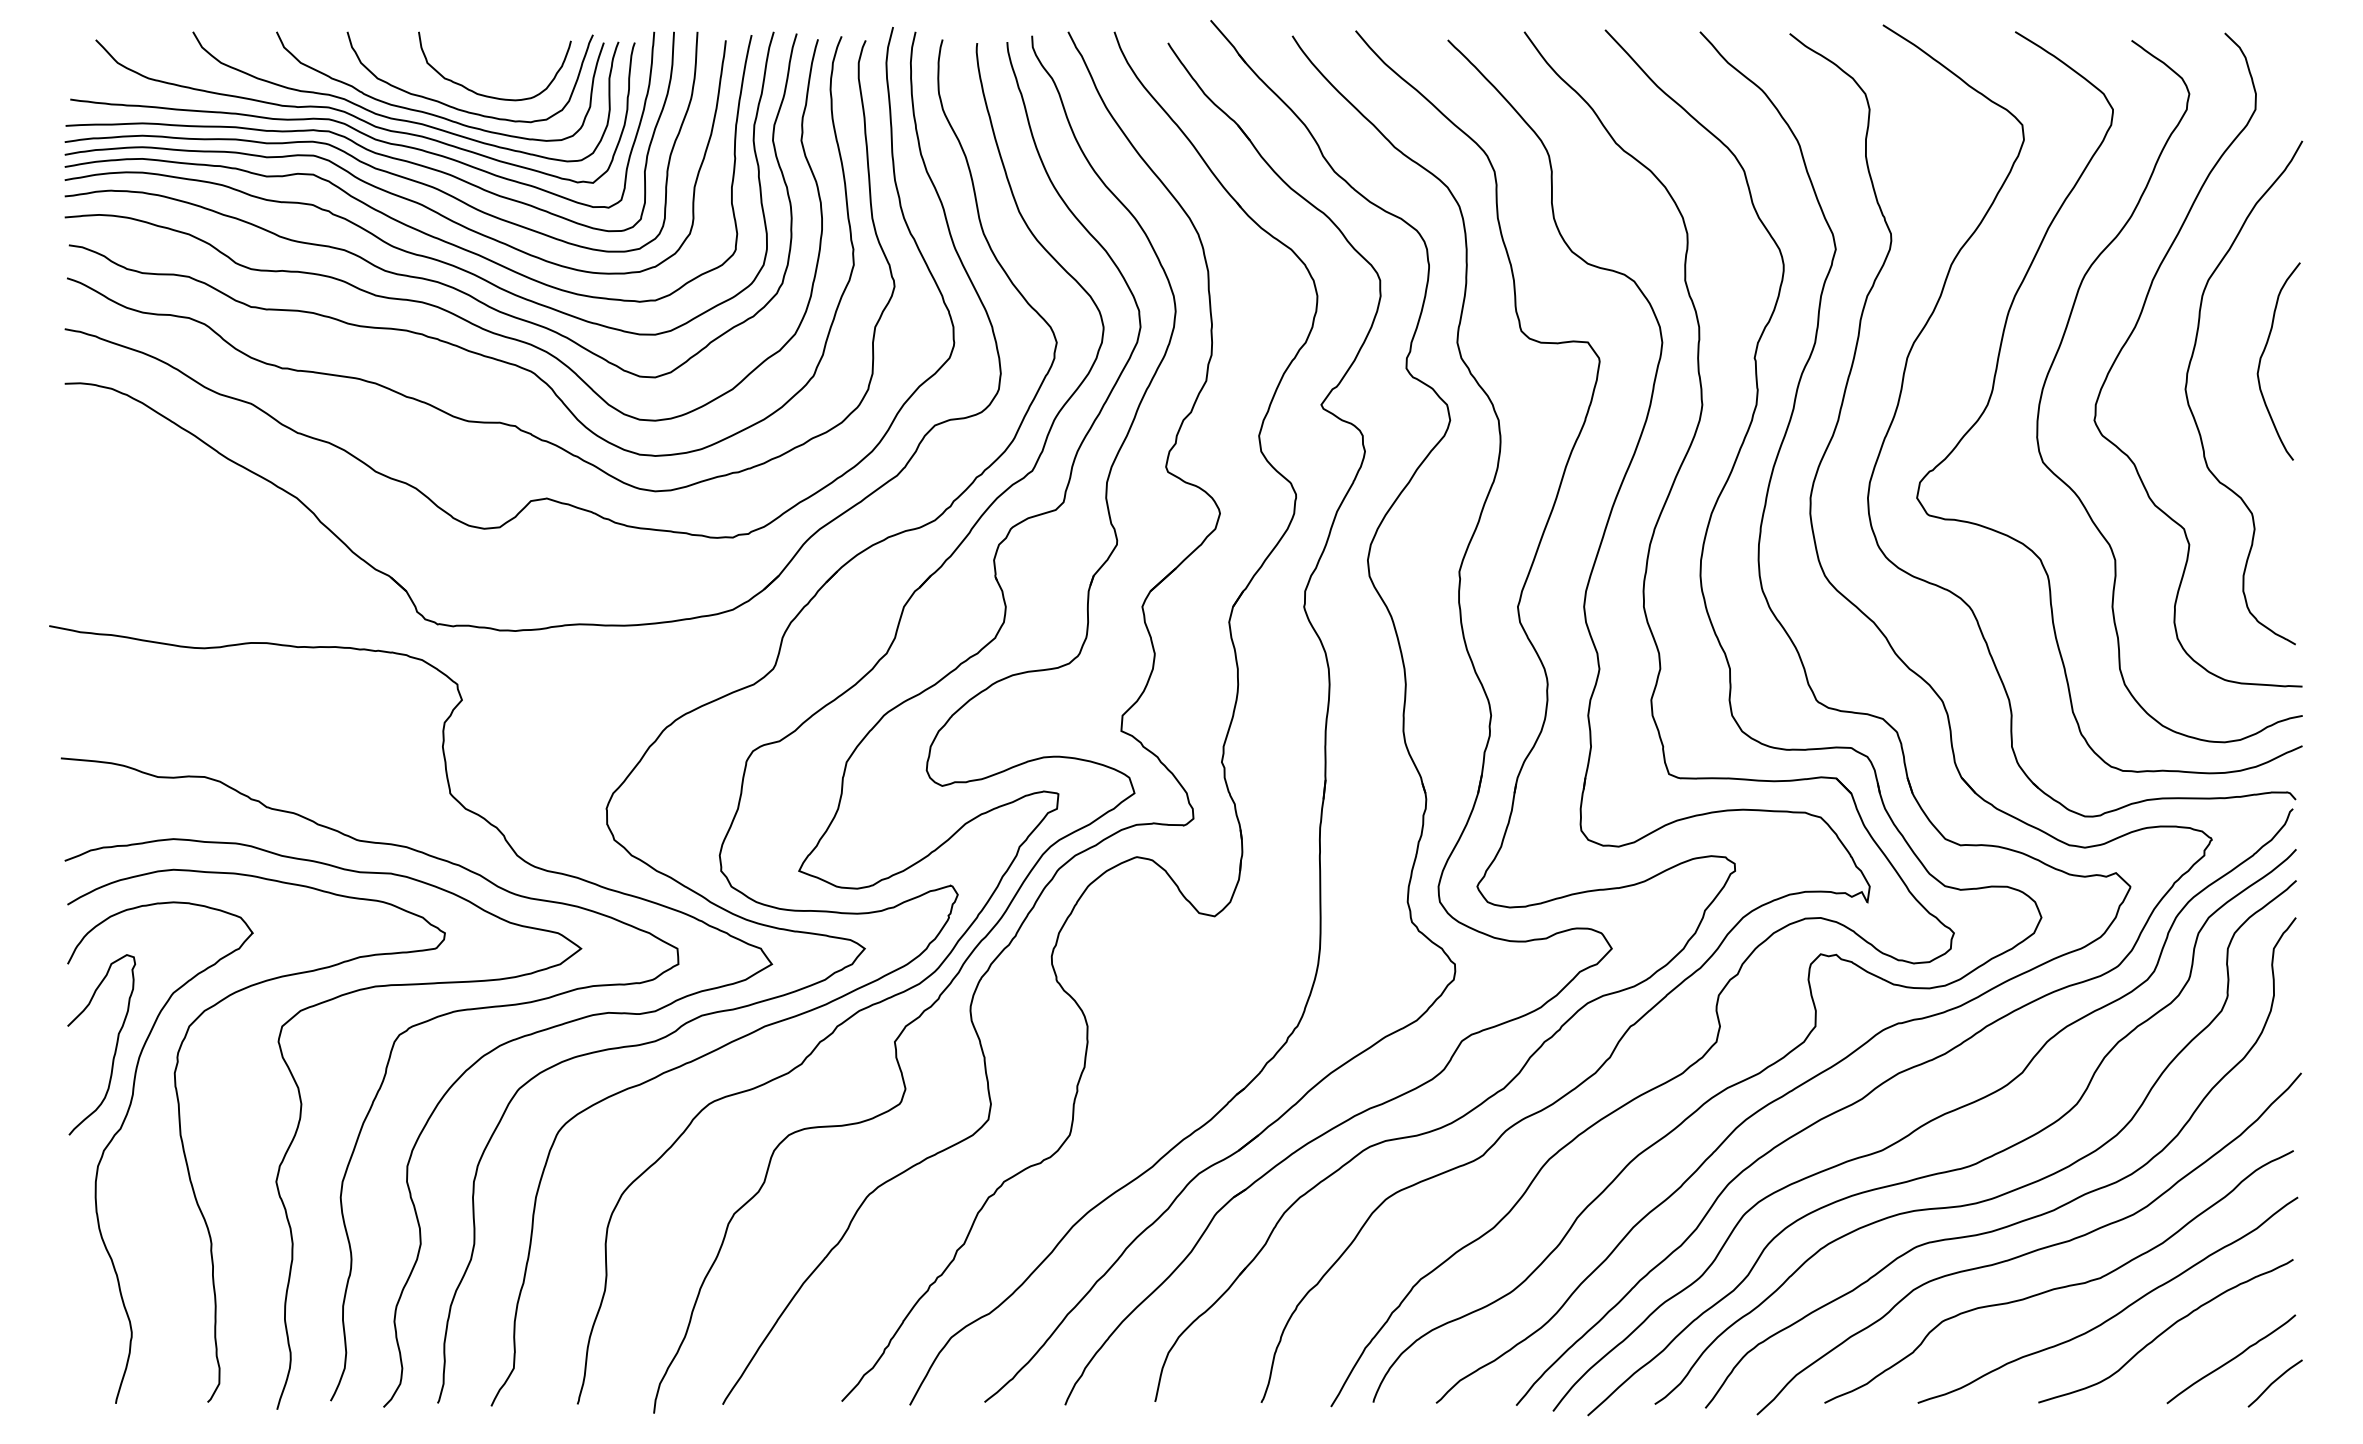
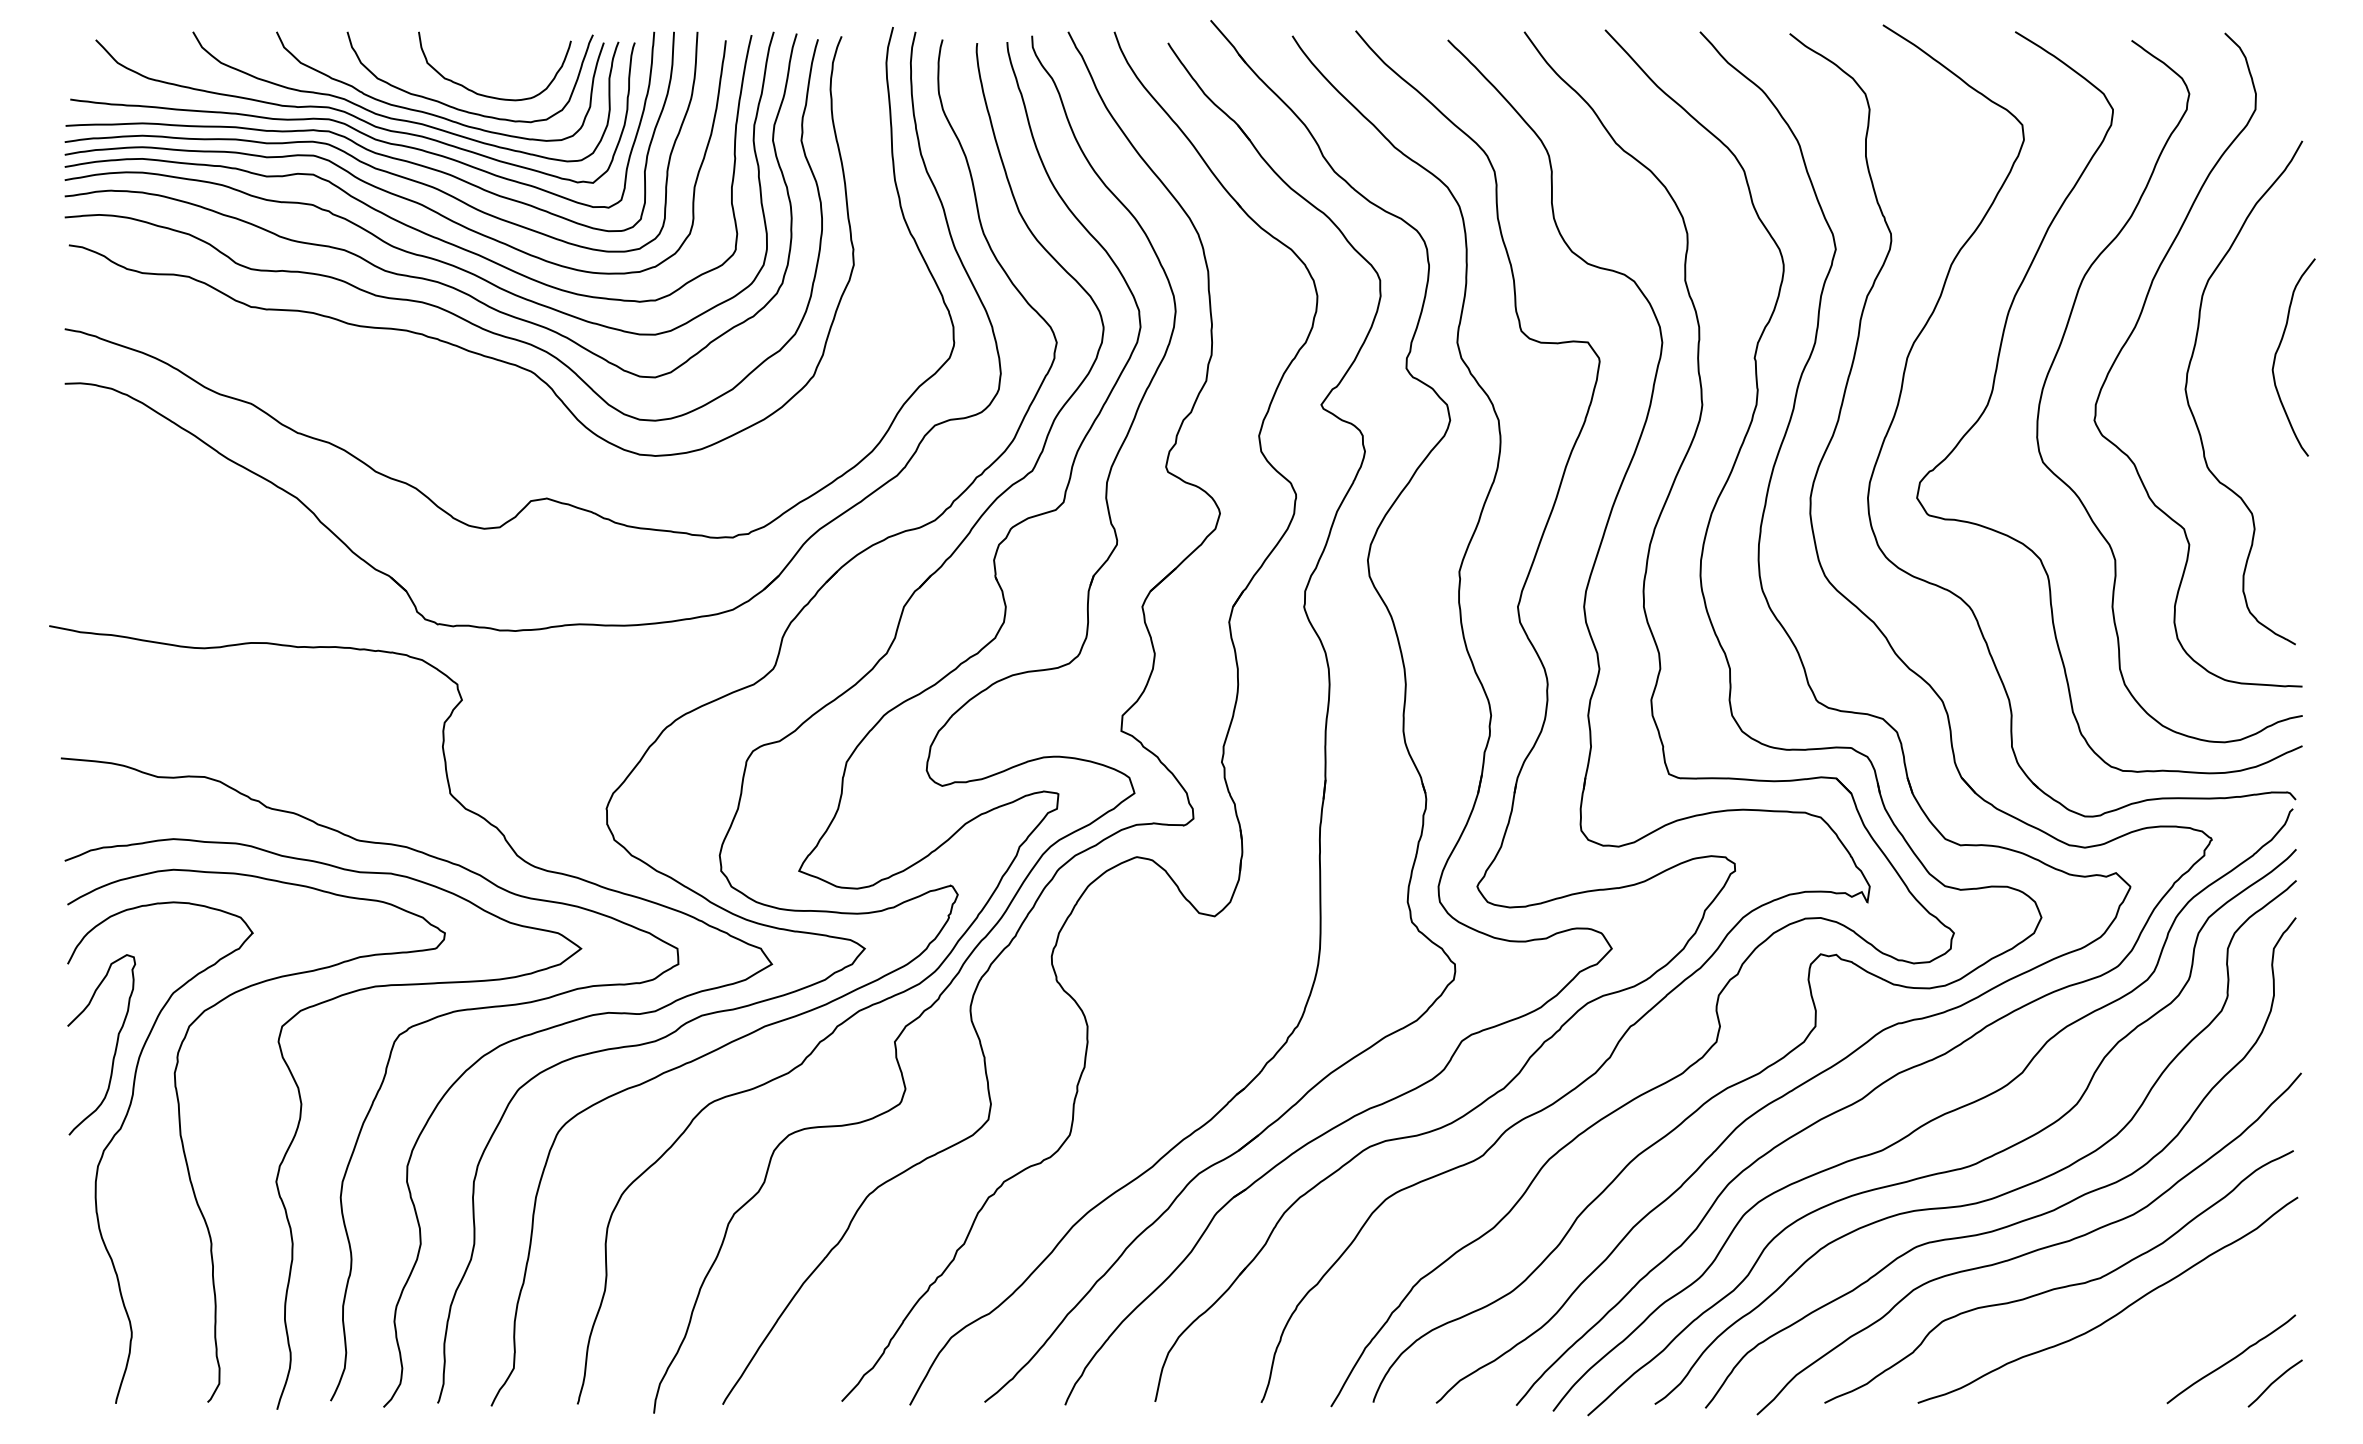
curve at (2263, 354) position: (2263, 354) -> (2278, 350)
curve at (427, 402): present -> none
curve at (2165, 1331): present -> none
